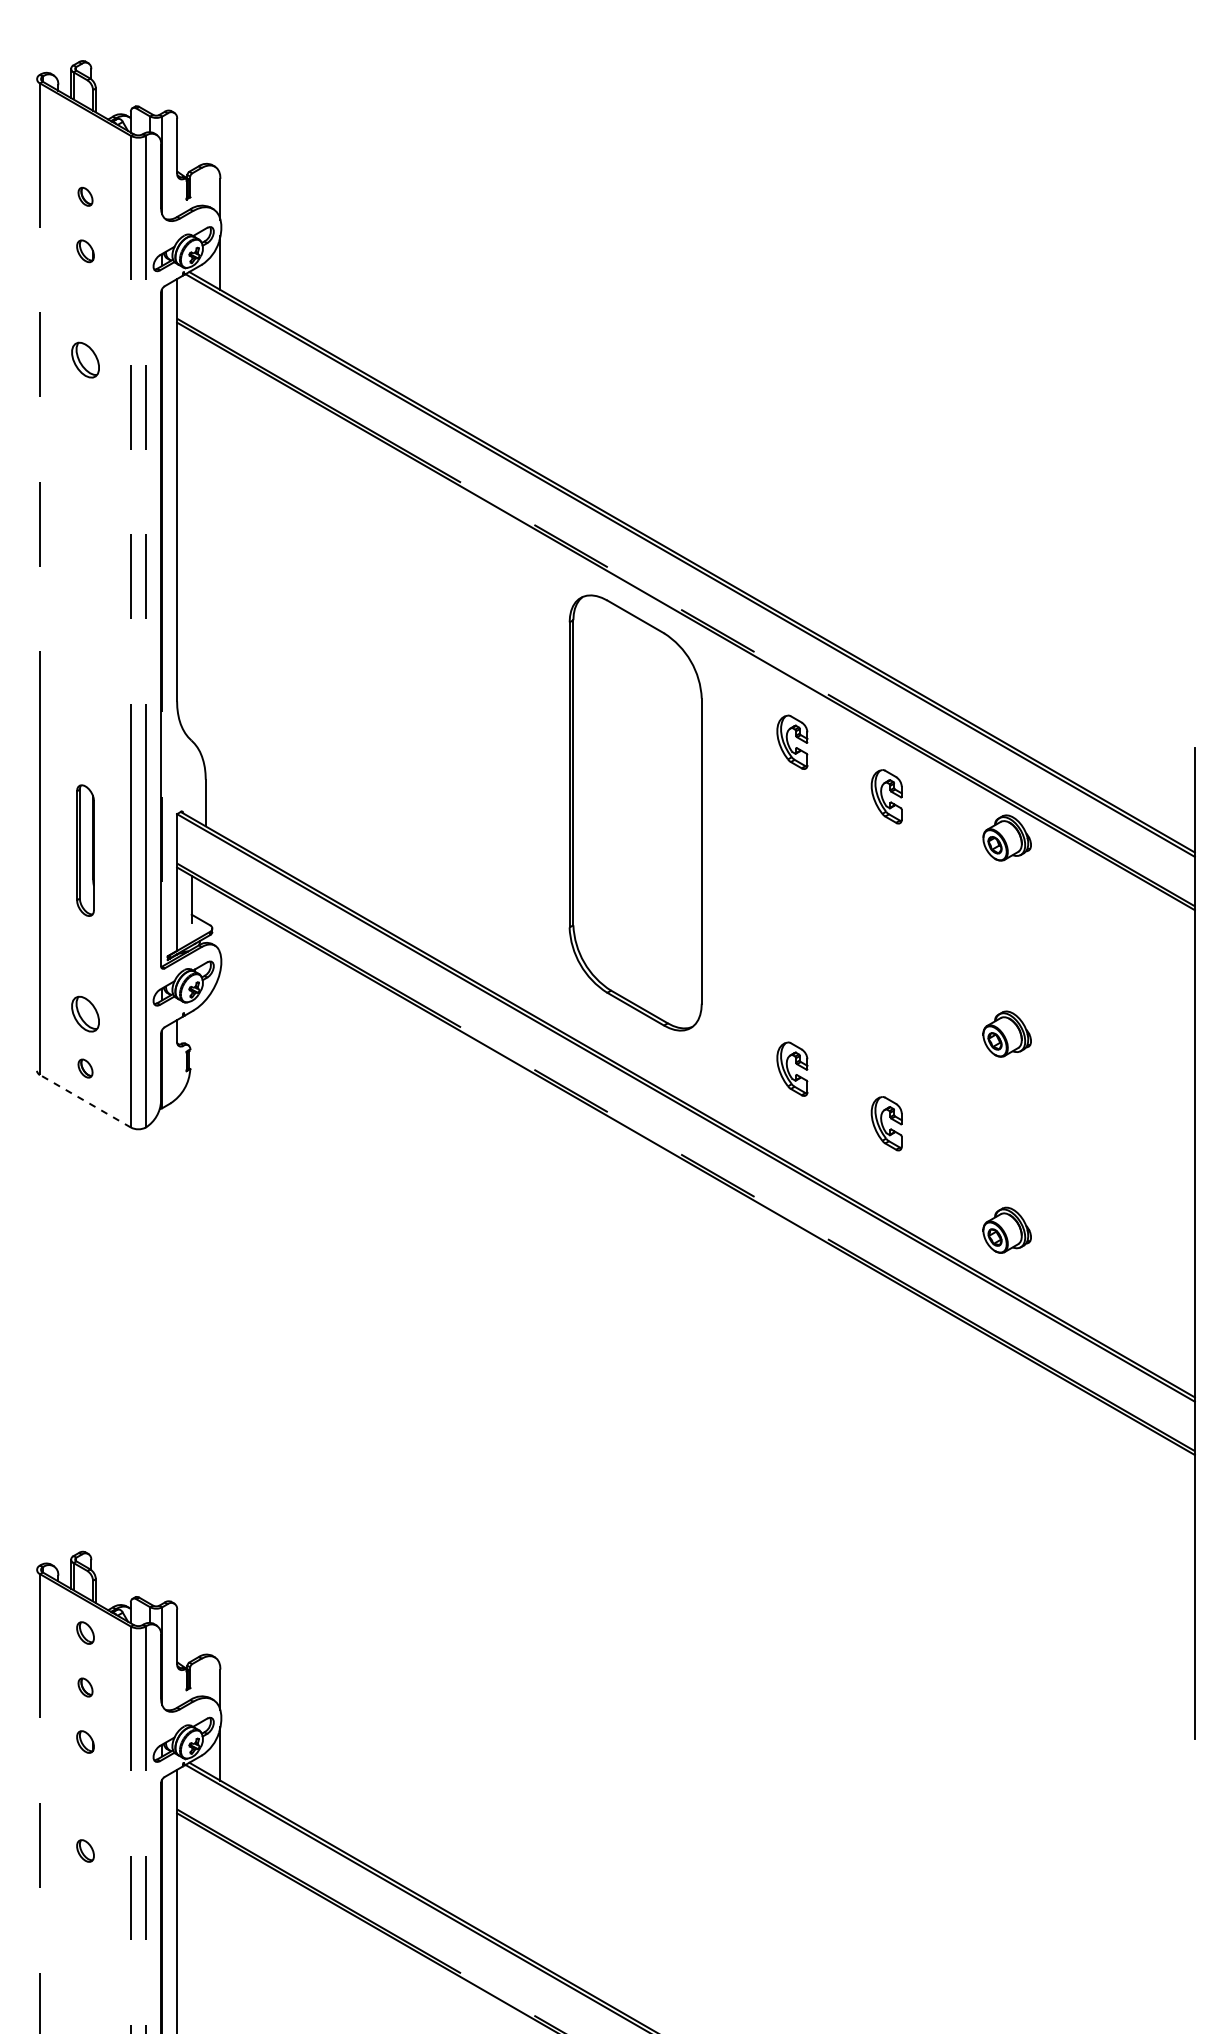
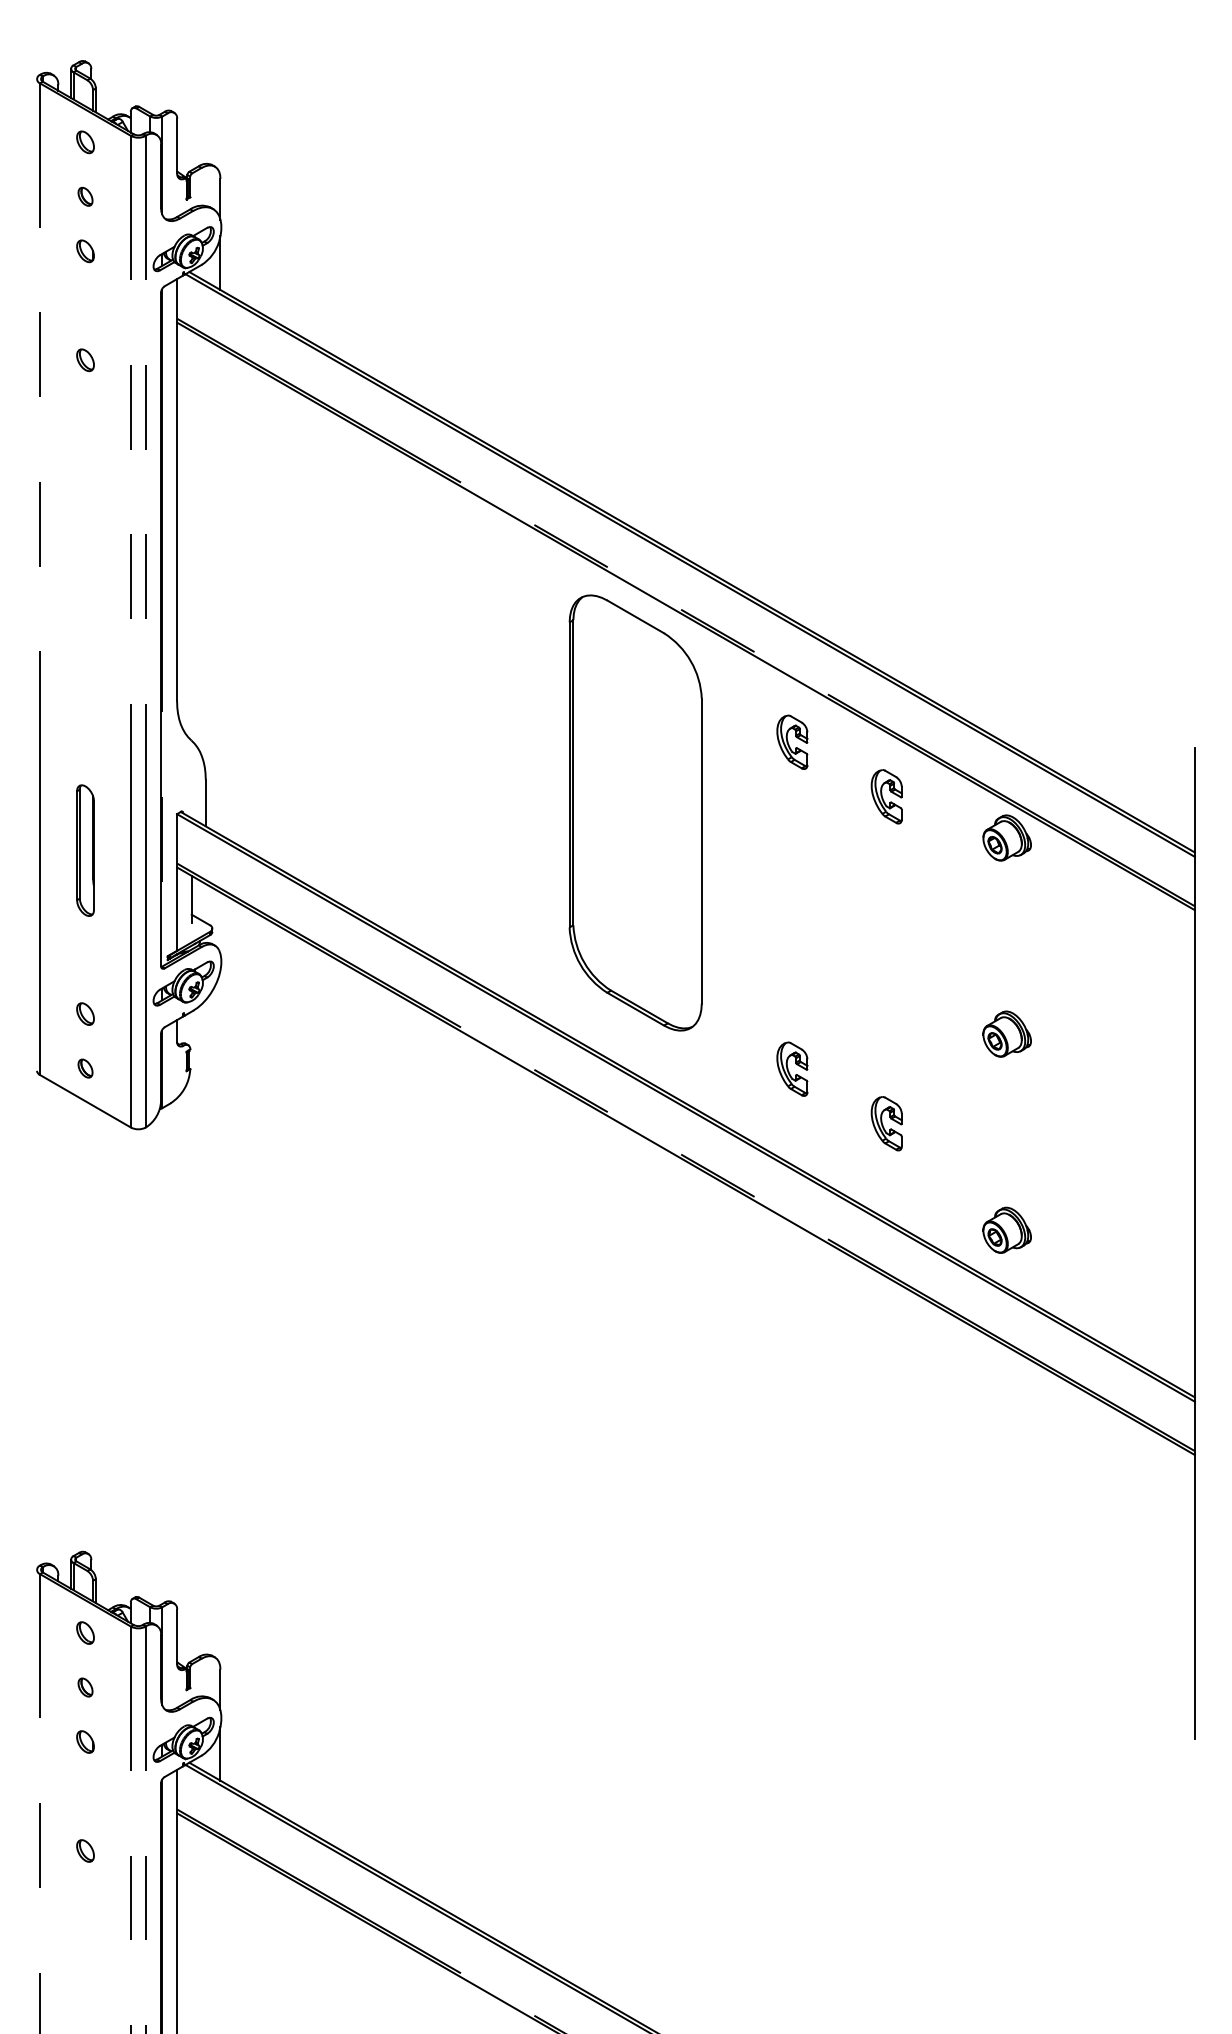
part at (85, 142): none -> present
part at (85, 359) size: 29x38 px -> 19x25 px
part at (85, 1013) size: 29x38 px -> 19x24 px
line at (85, 1101): dashed -> solid
